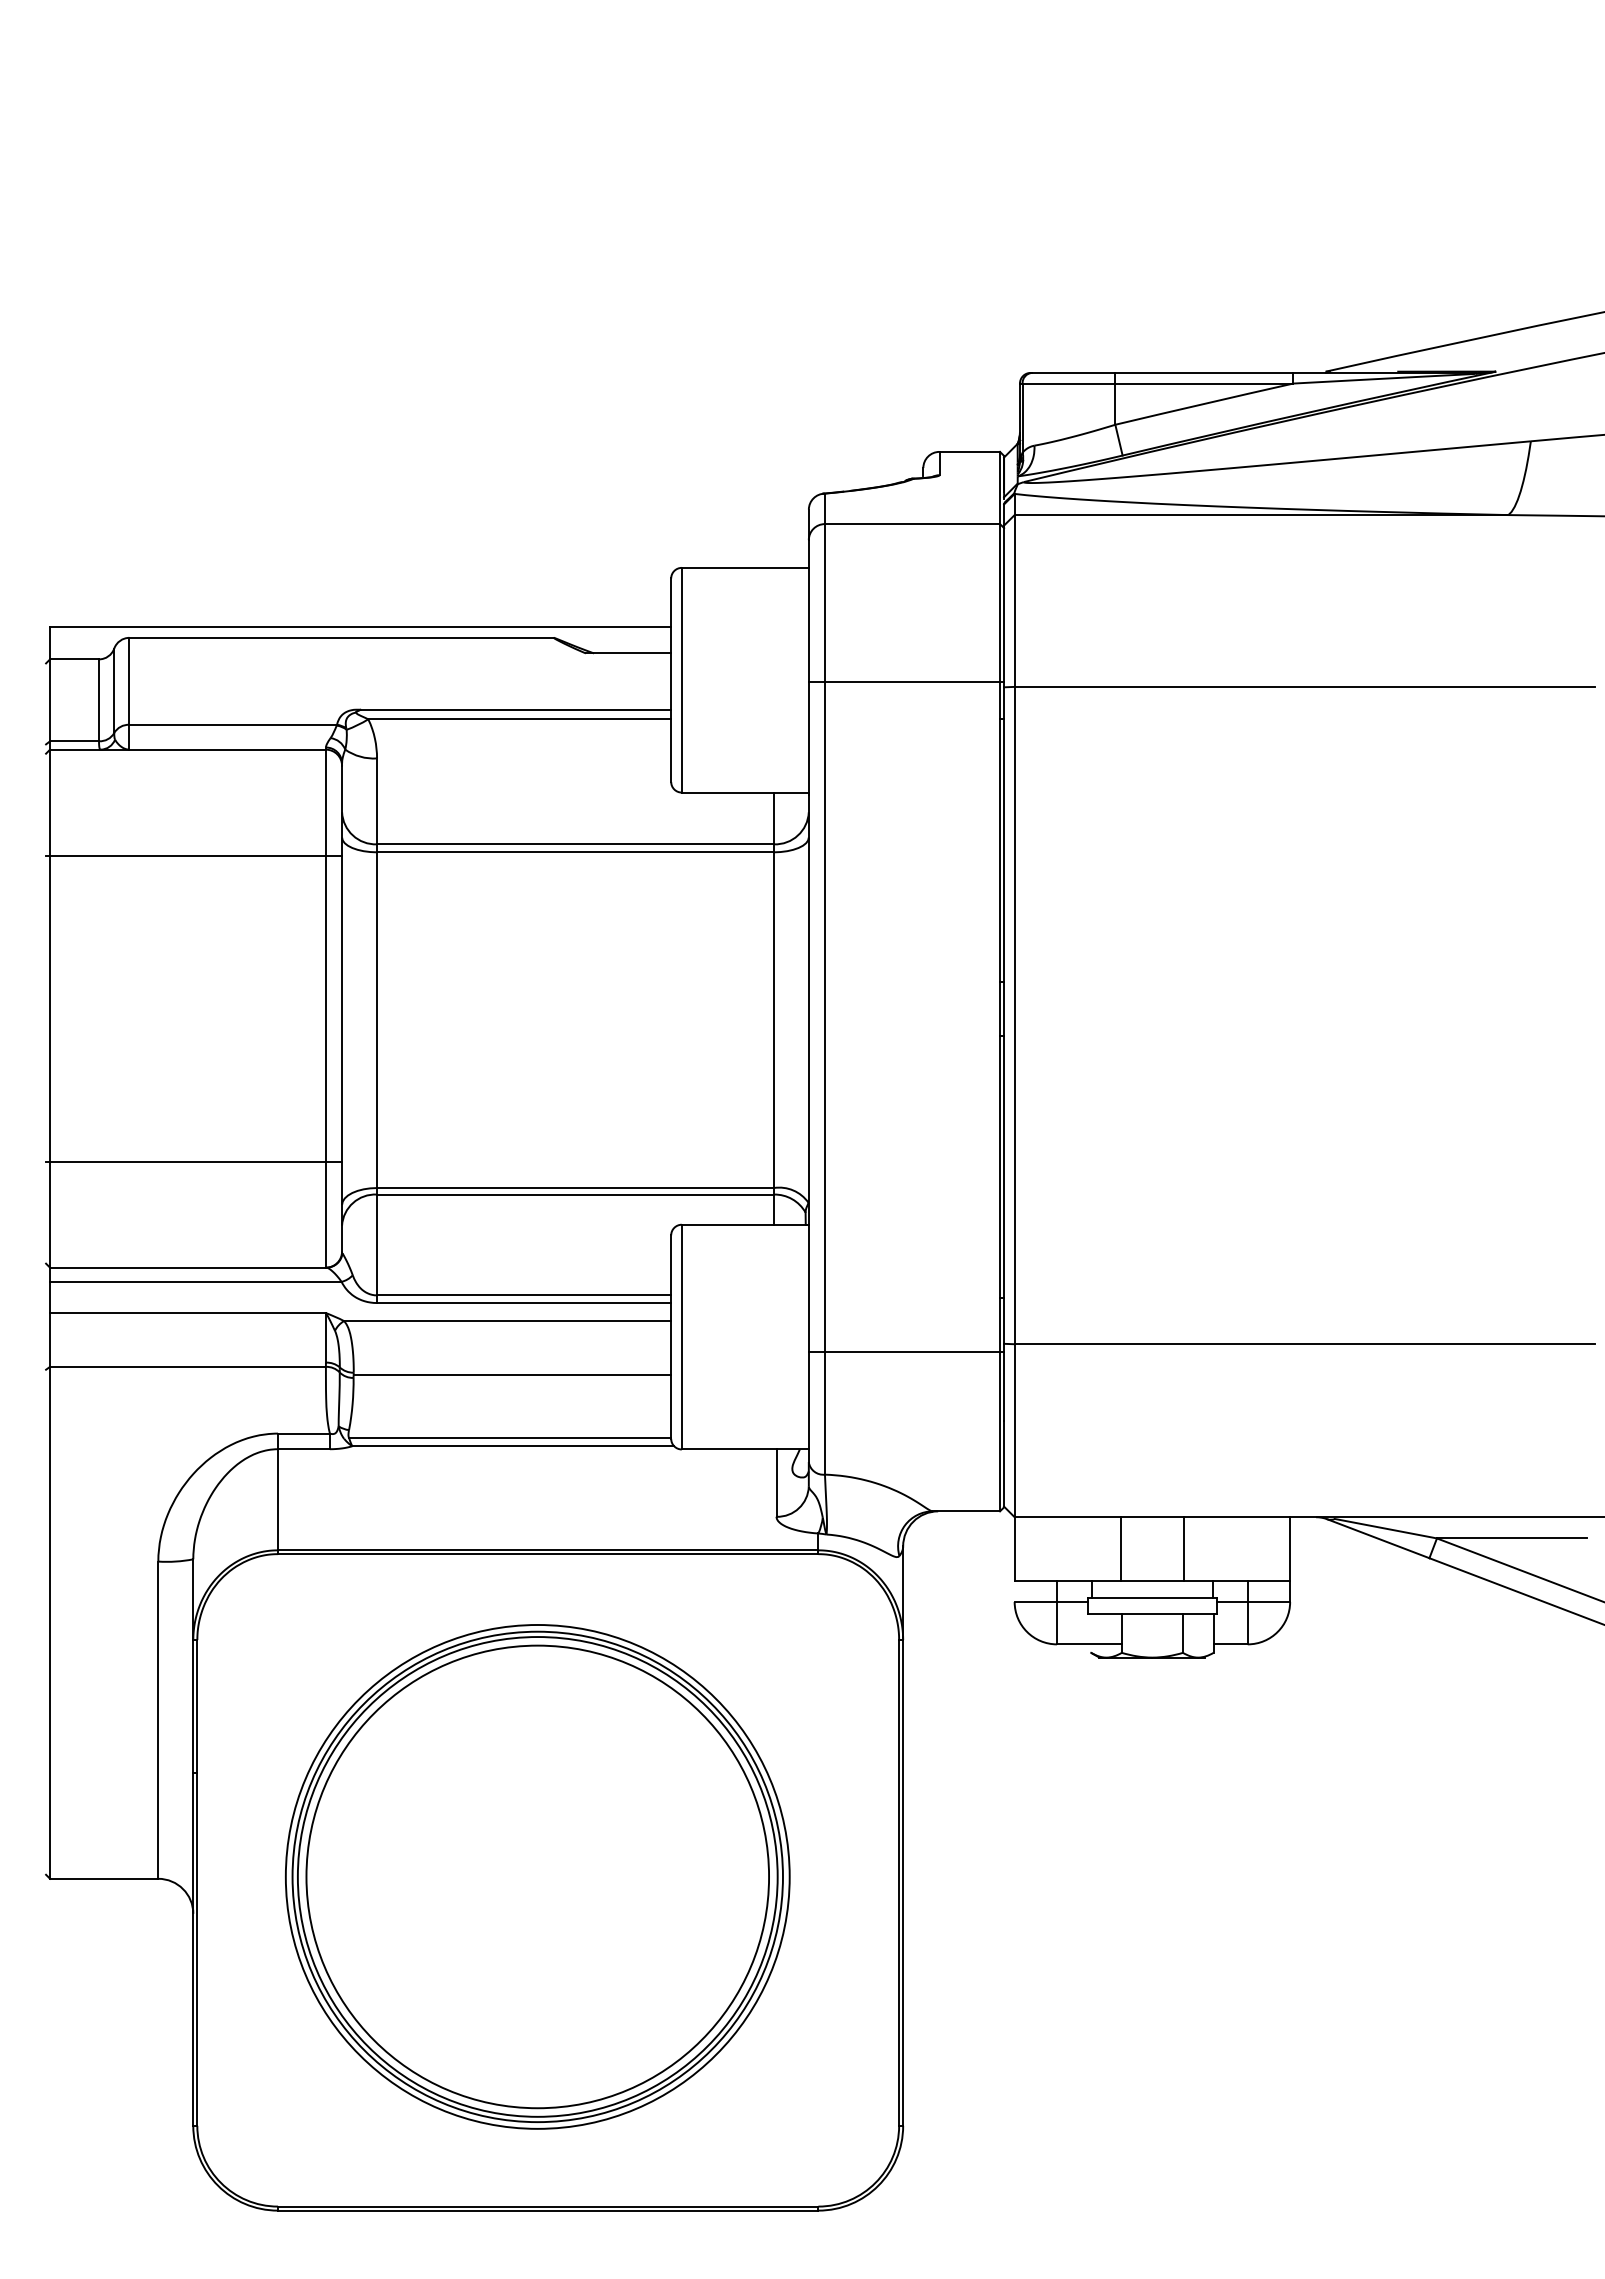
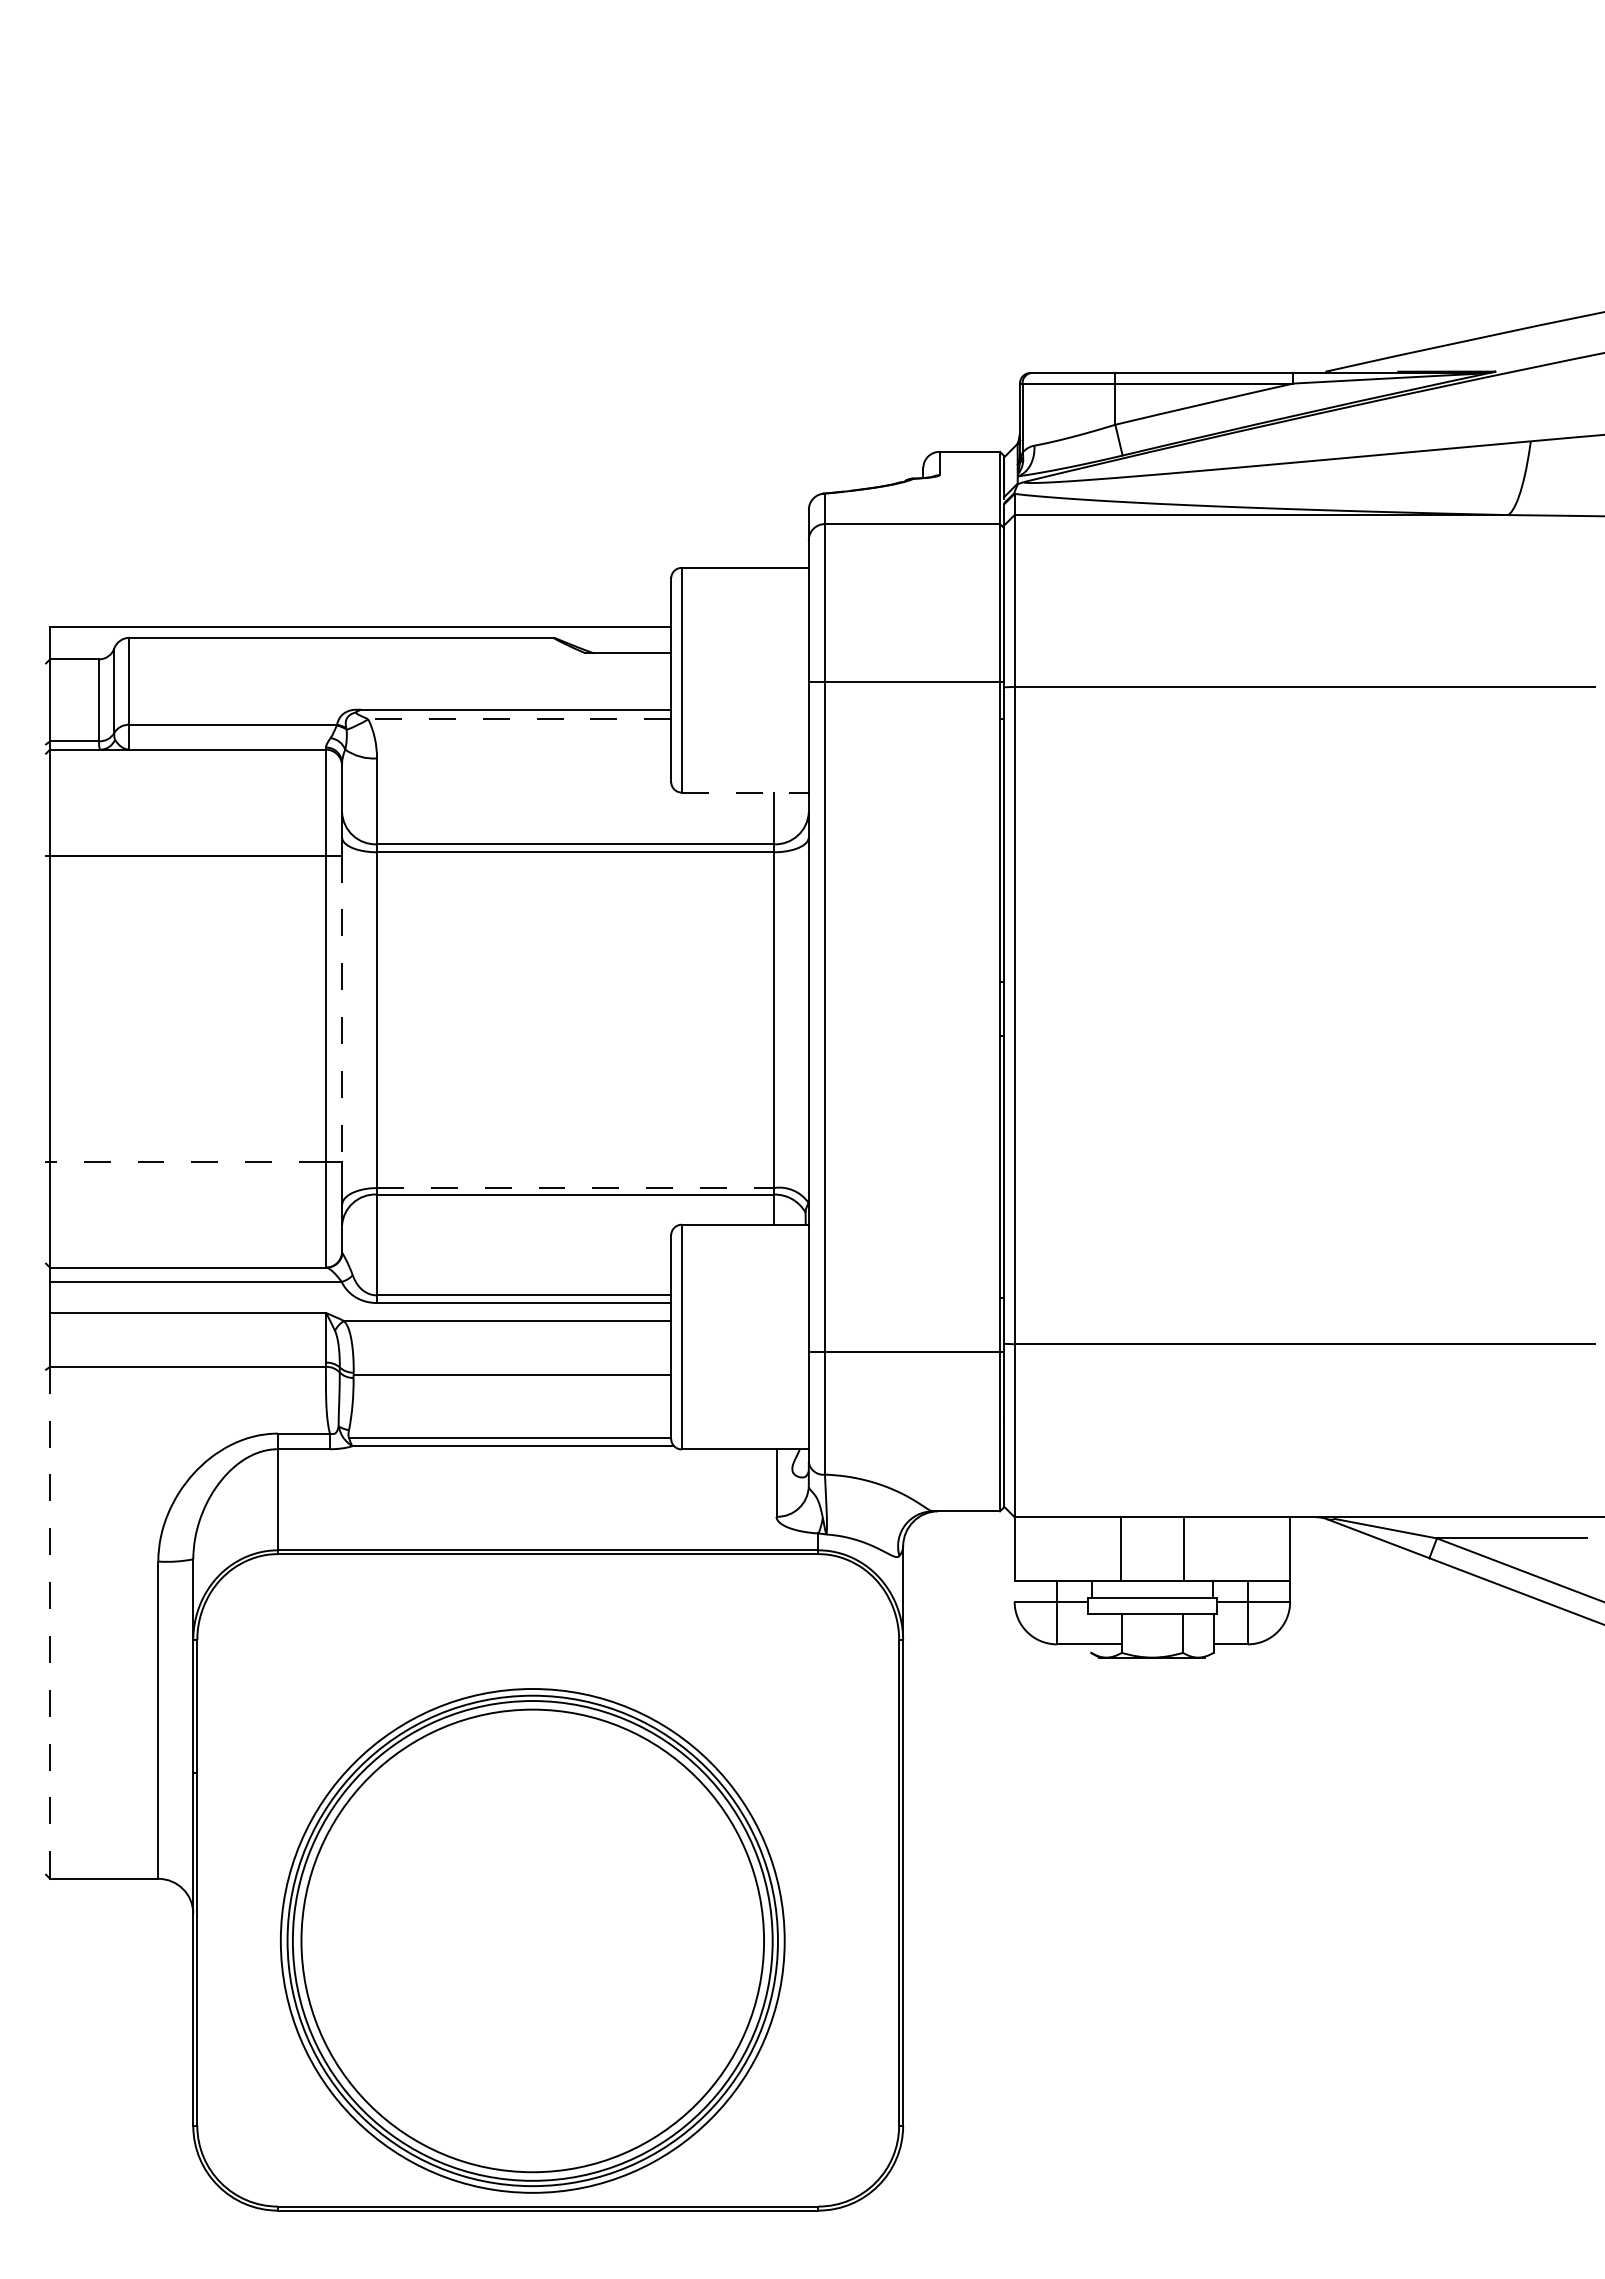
line at (519, 719): solid -> dashed
line at (745, 792): solid -> dashed
line at (342, 1009): solid -> dashed
line at (188, 1161): solid -> dashed
line at (575, 1188): solid -> dashed
line at (50, 1622): solid -> dashed
part at (537, 1876) position: (537, 1876) -> (532, 1940)
